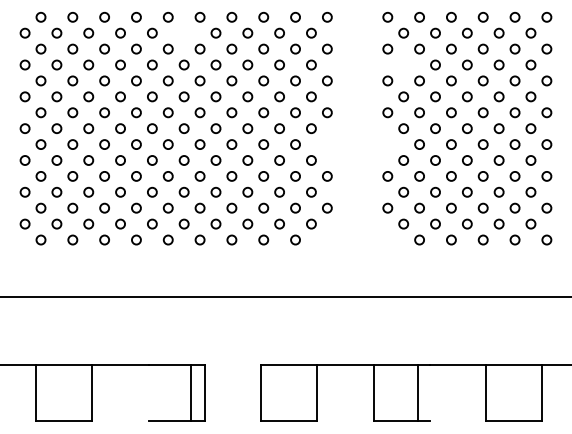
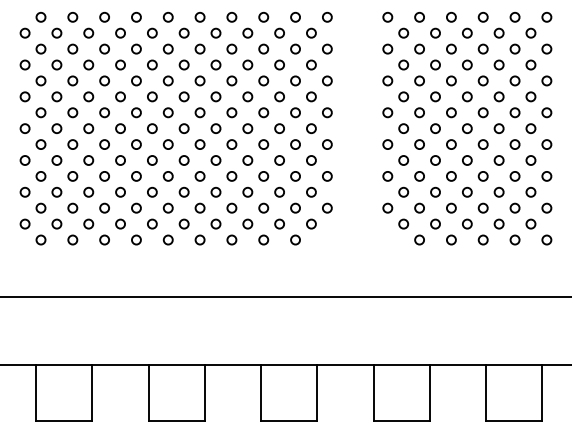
circle at (183, 32): none -> present
circle at (403, 64): none -> present
circle at (327, 144): none -> present
circle at (387, 144): none -> present
line at (232, 364): none -> present
line at (190, 392) position: (190, 392) -> (148, 392)
line at (417, 392) position: (417, 392) -> (429, 392)
